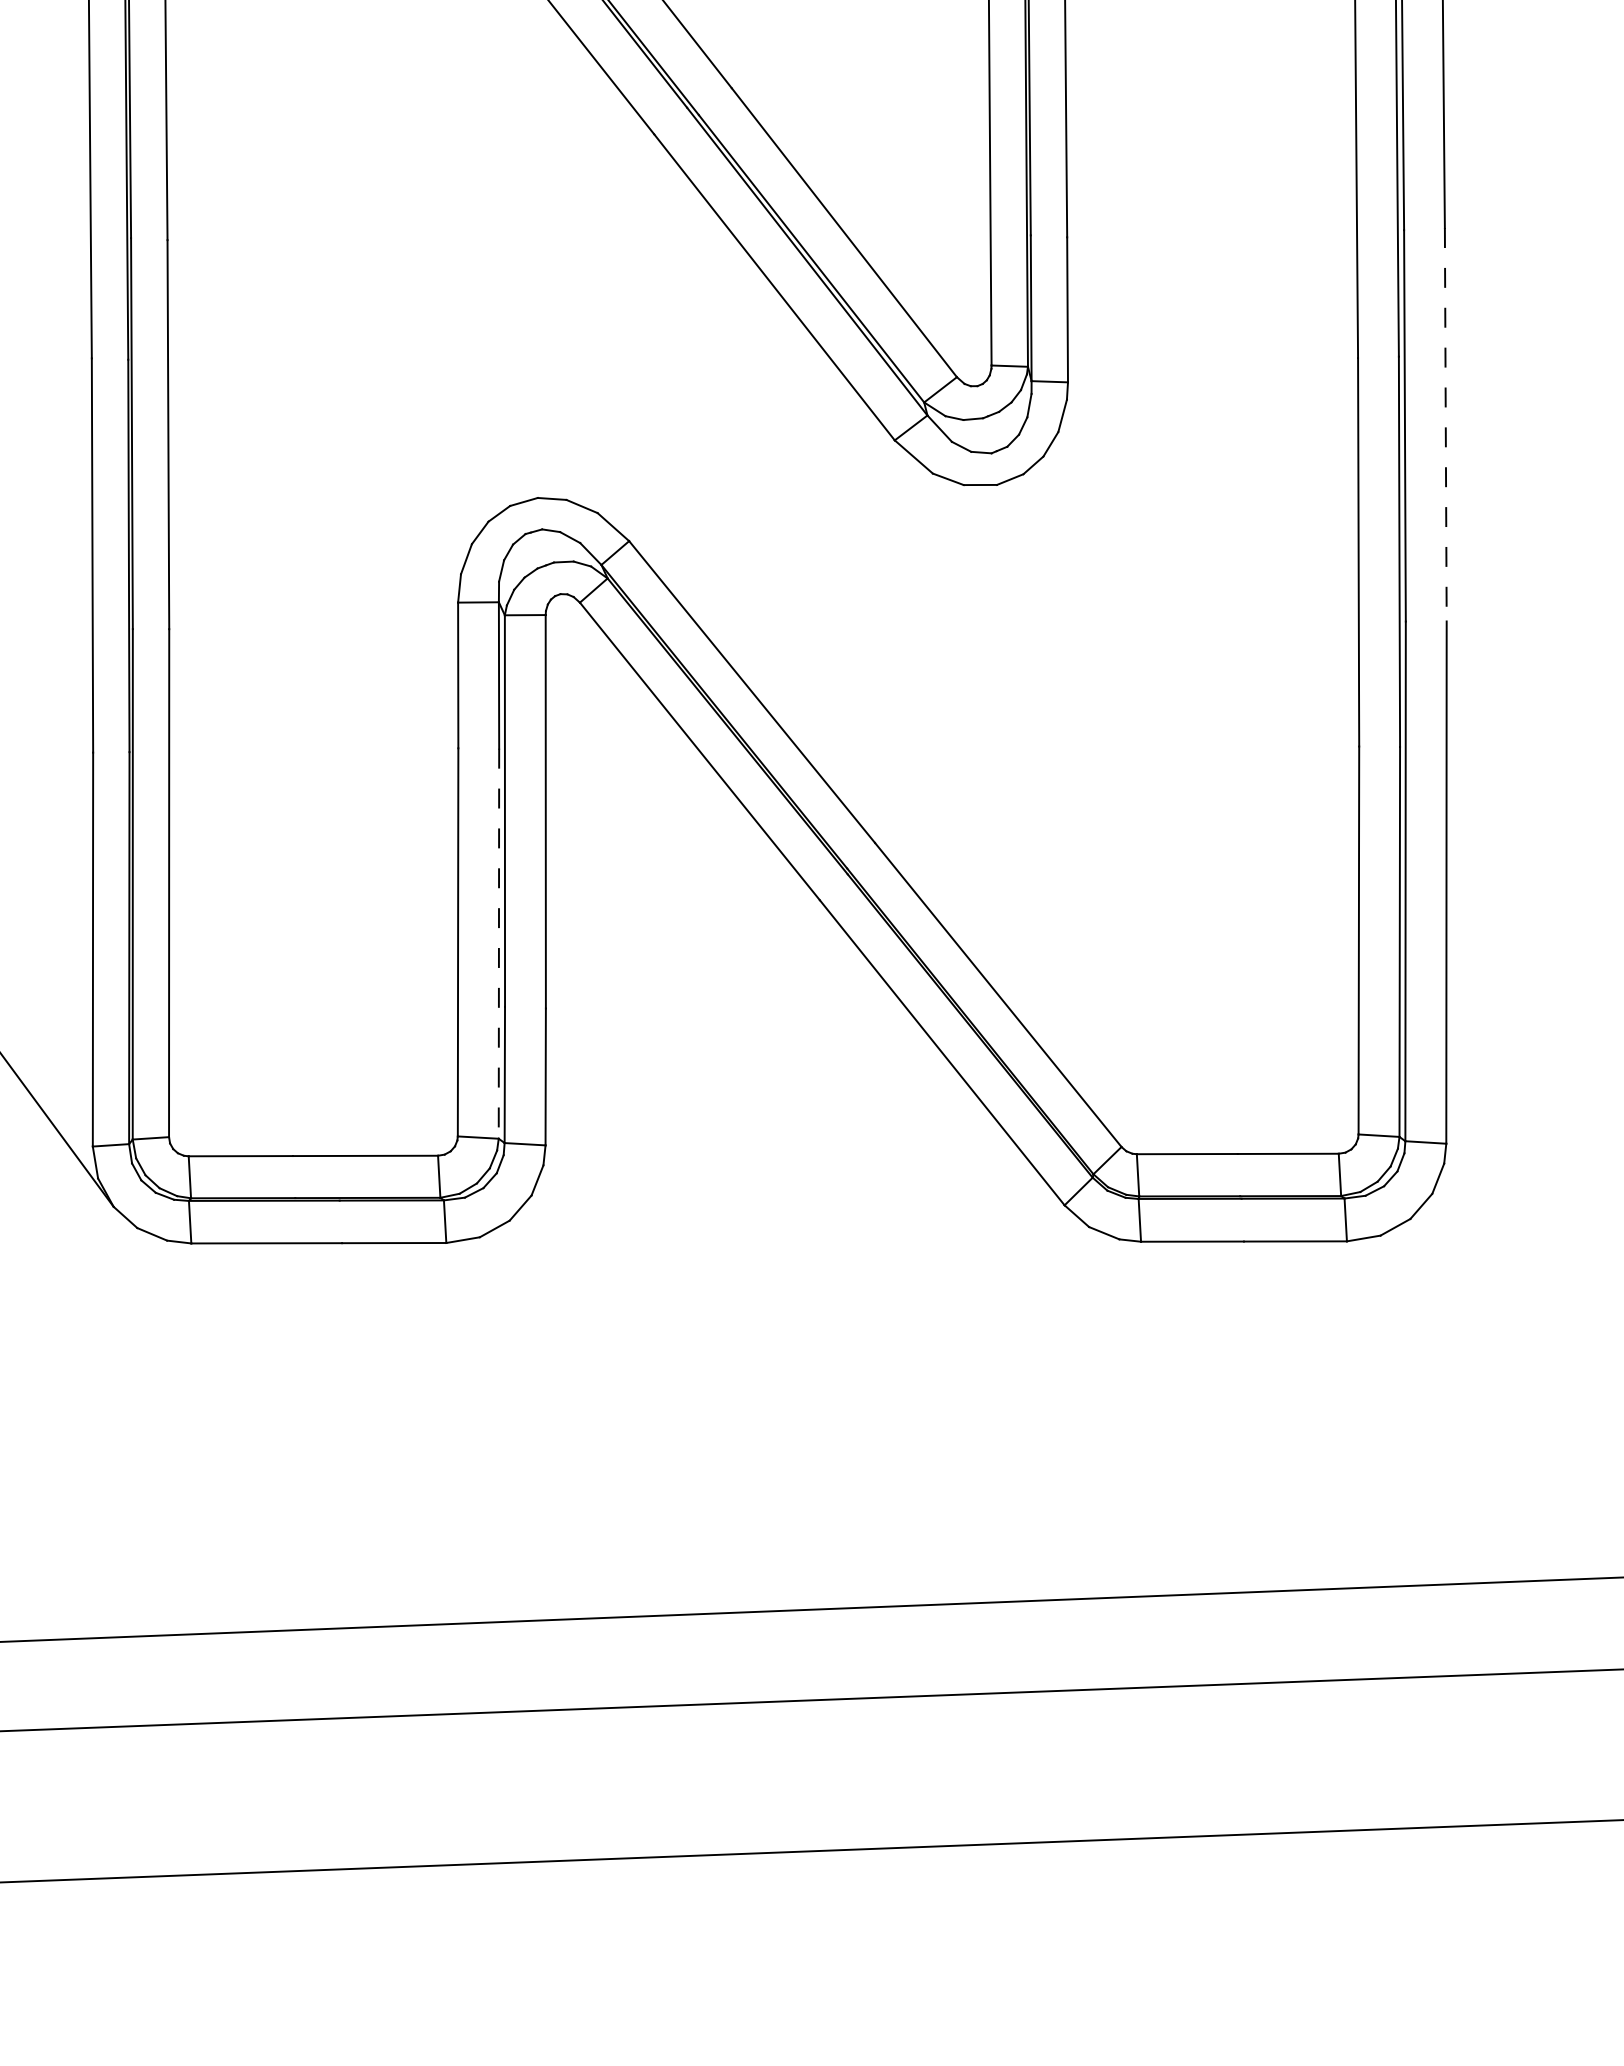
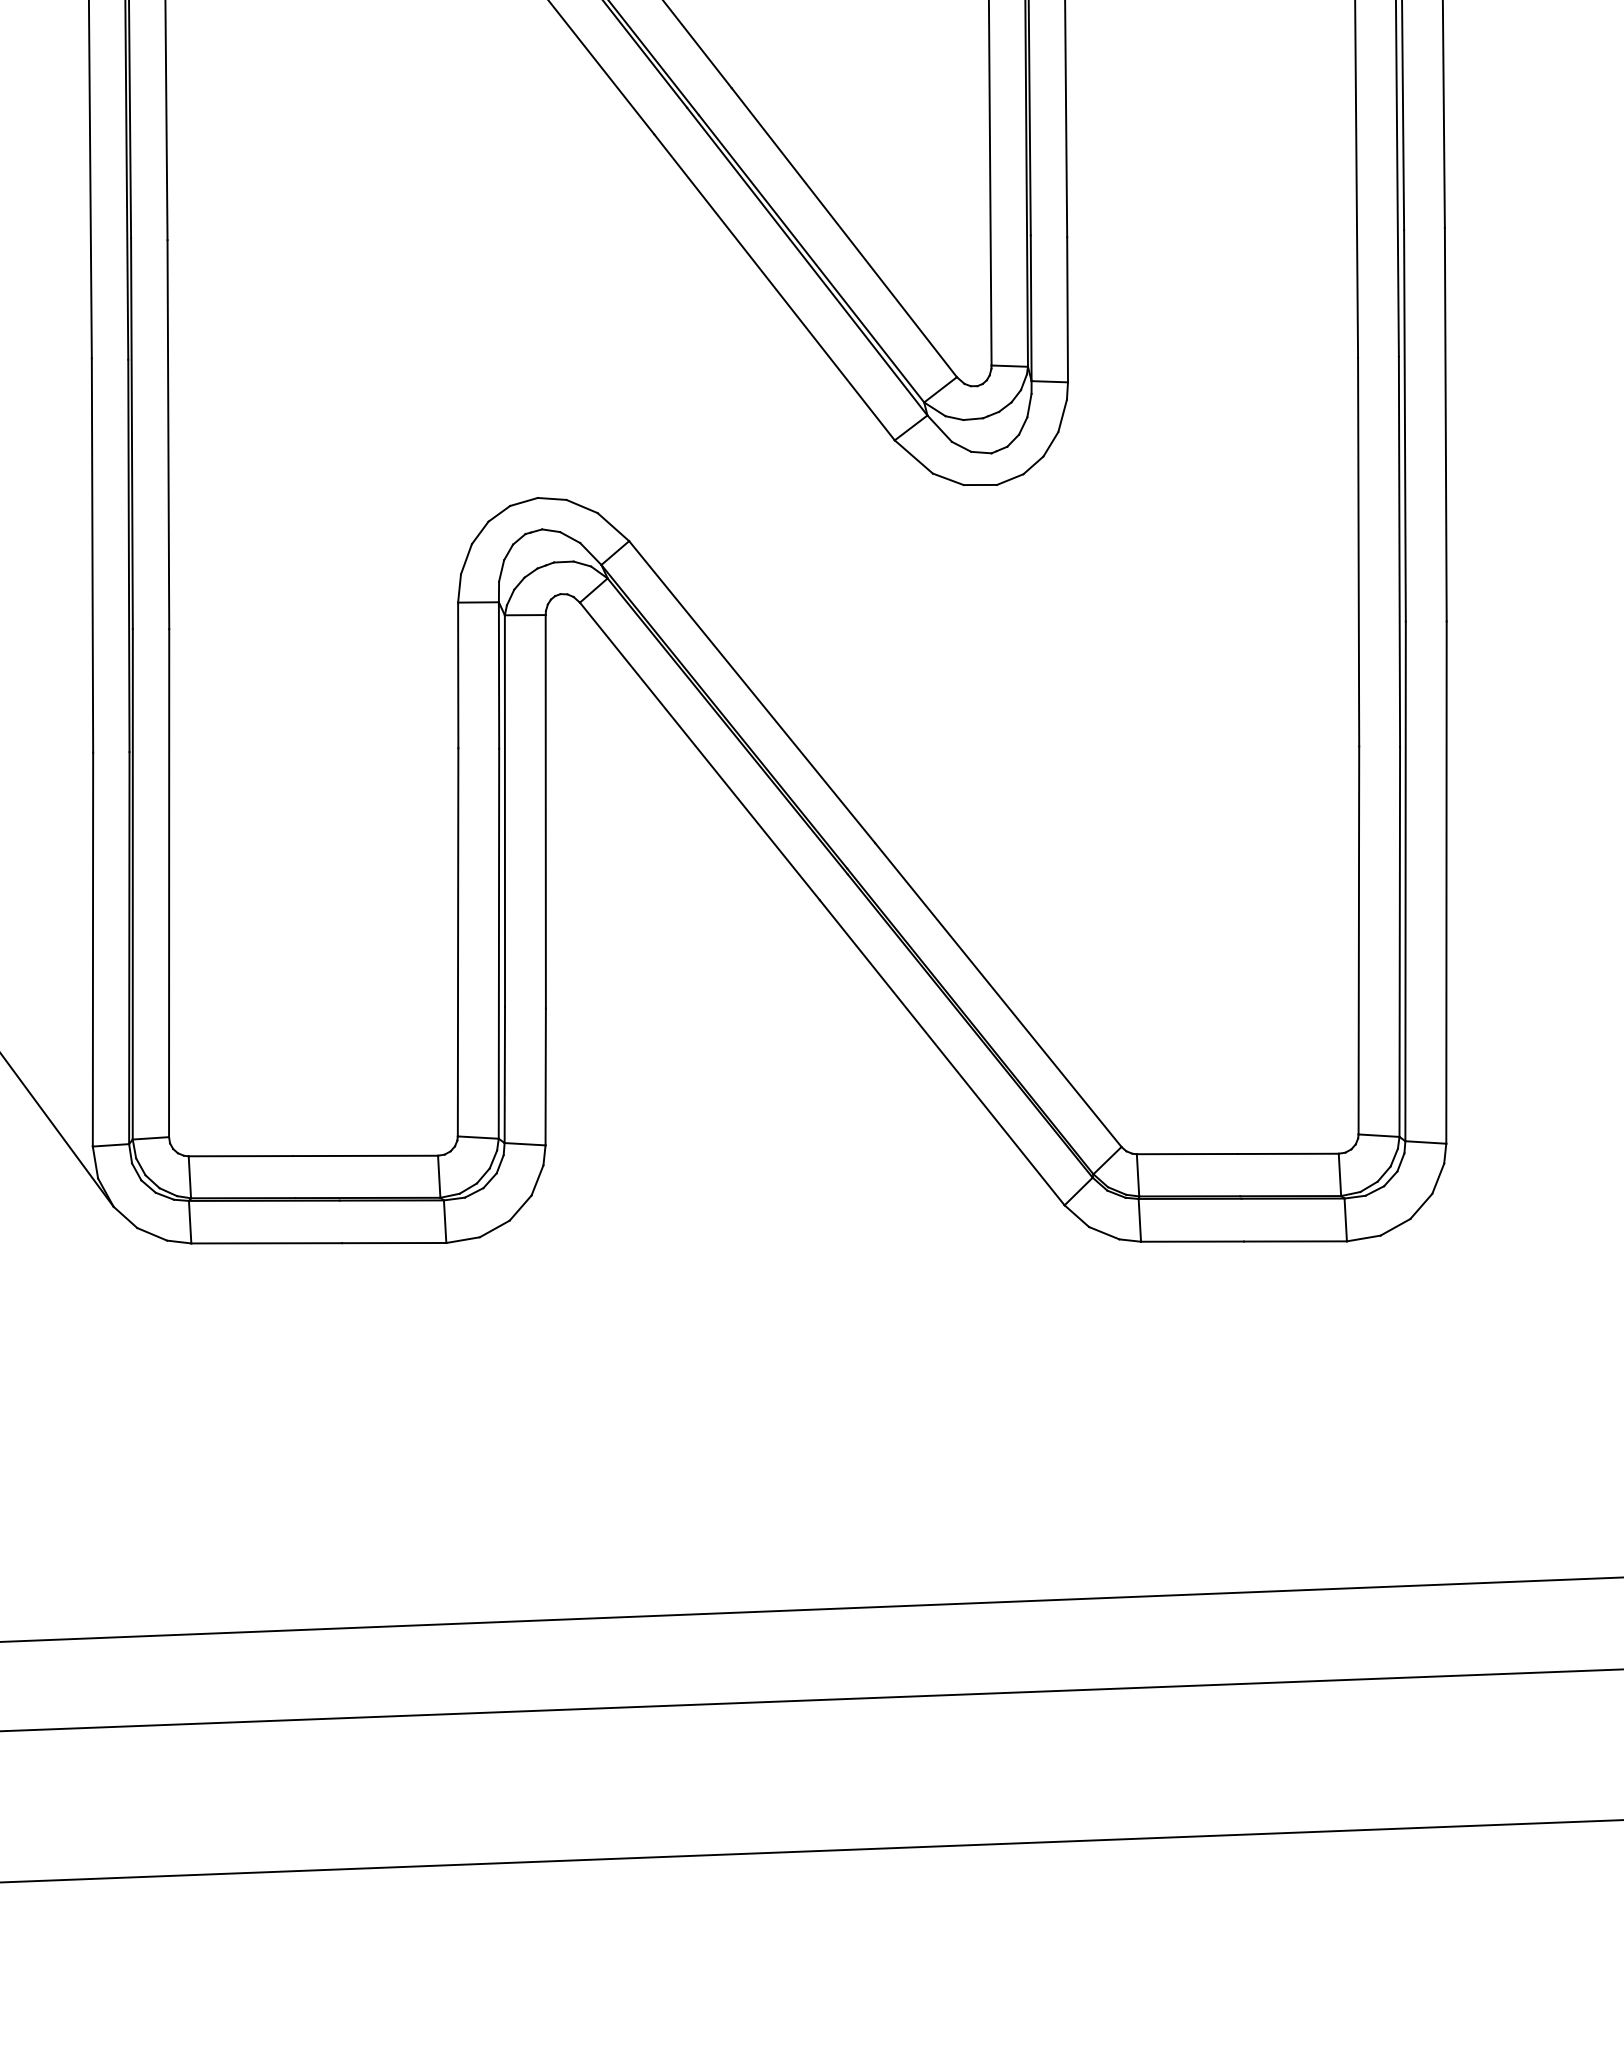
line at (1445, 424): dashed -> solid
line at (498, 944): dashed -> solid
